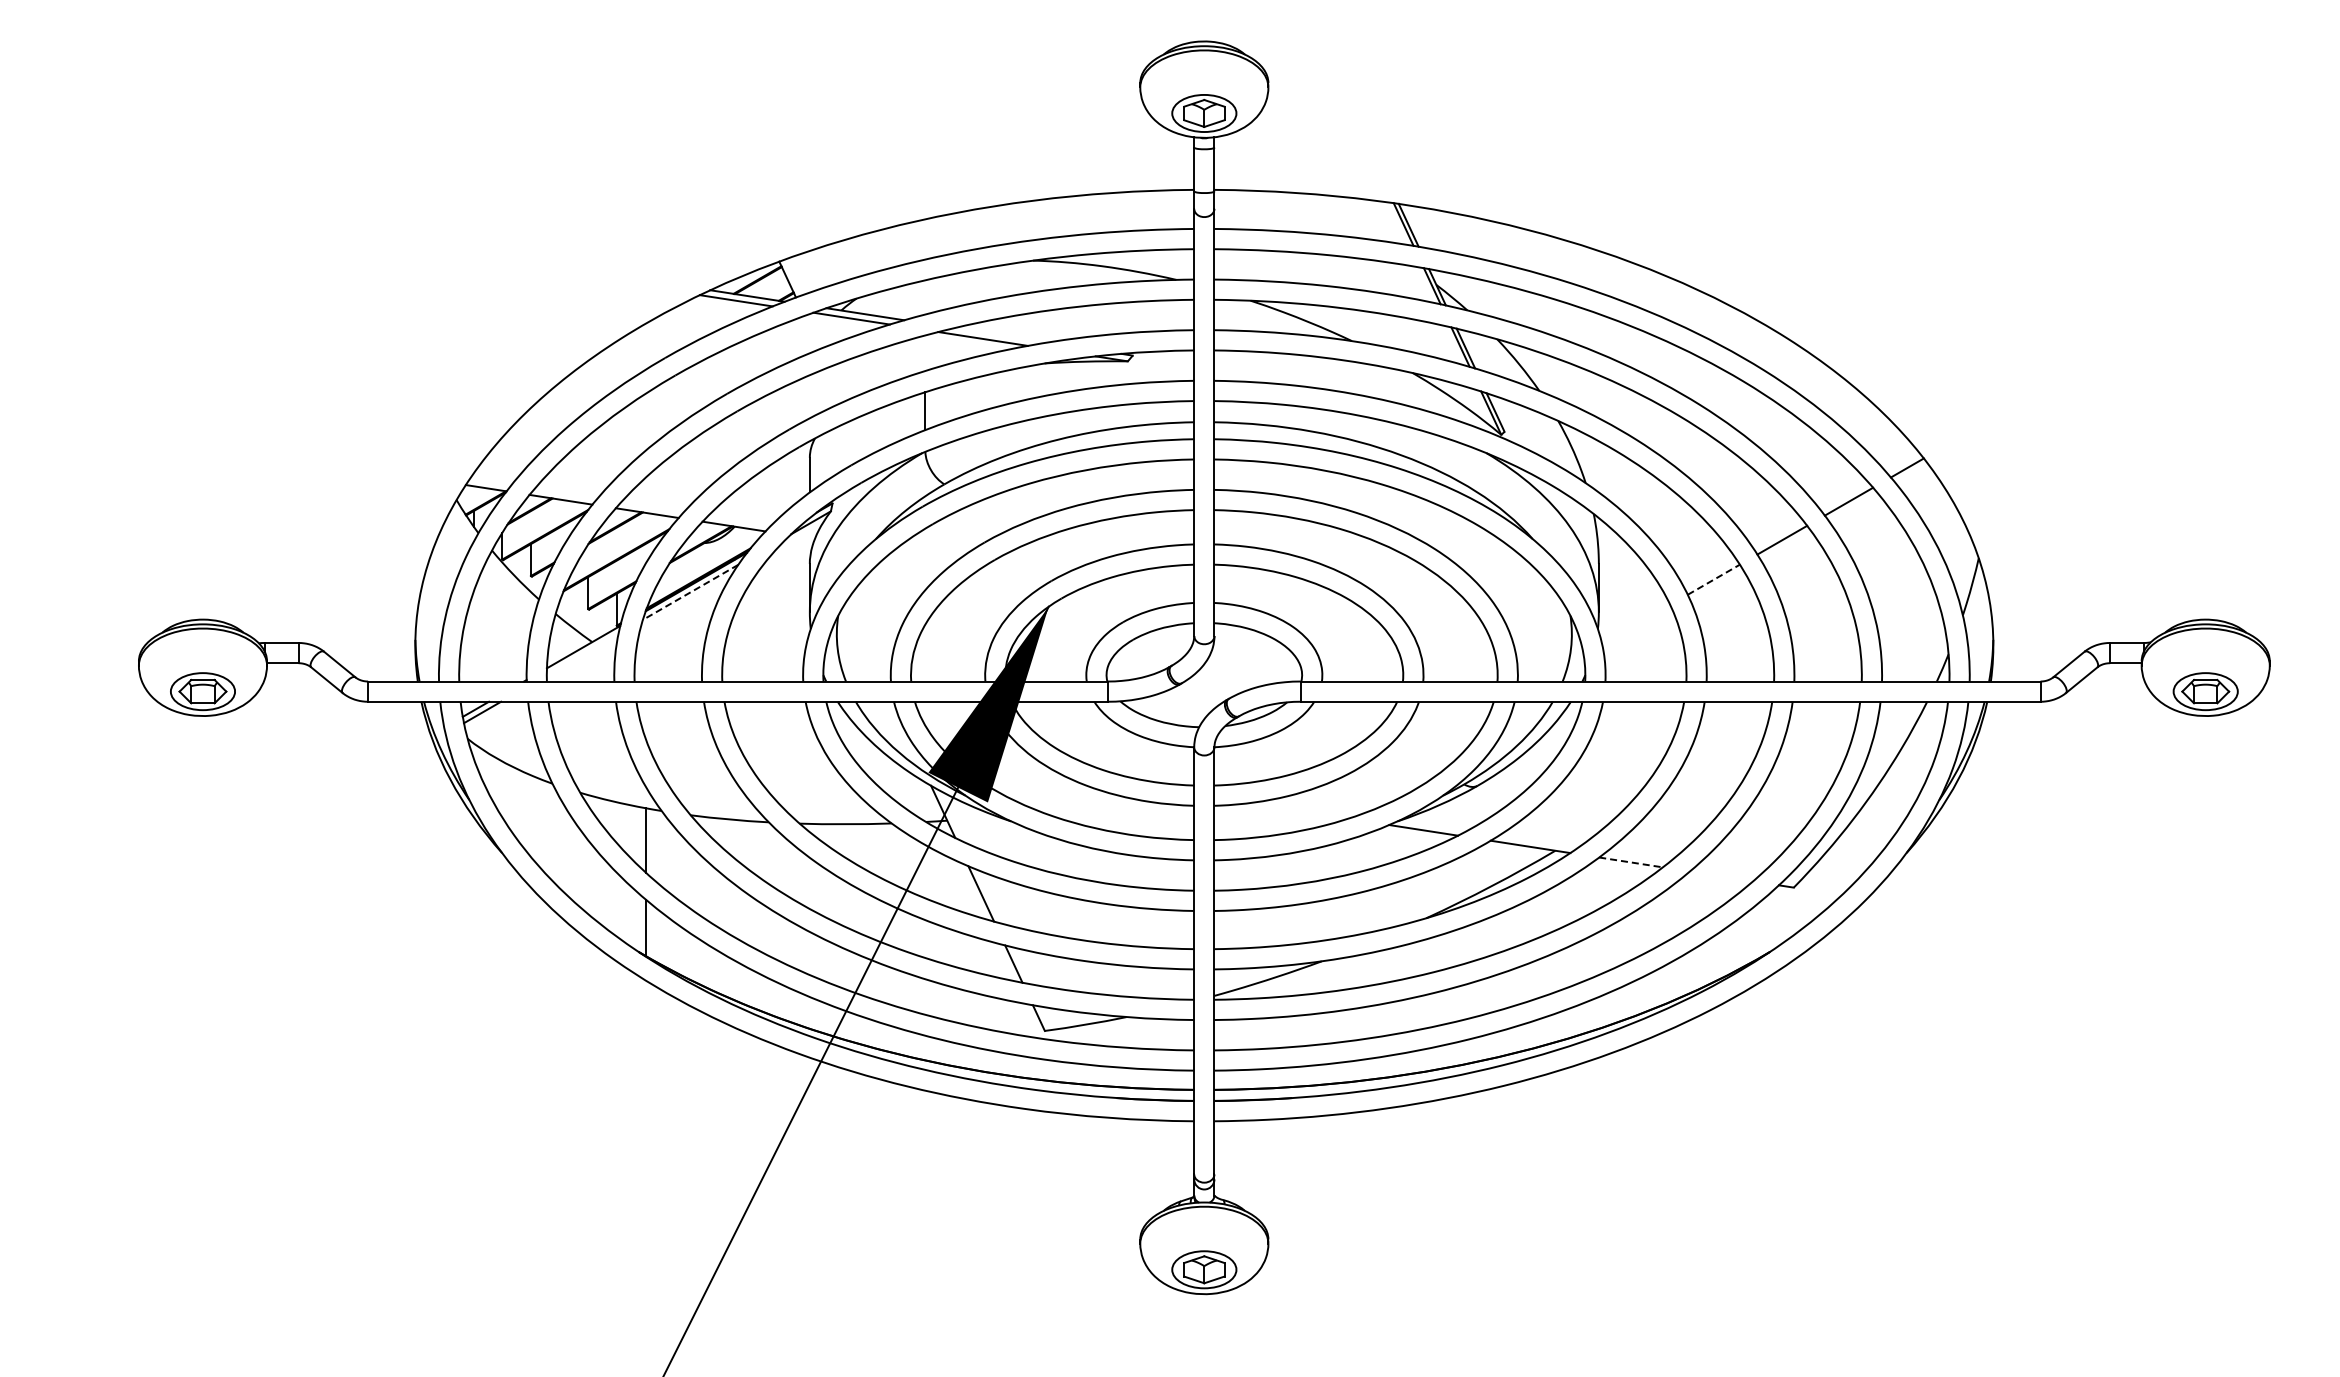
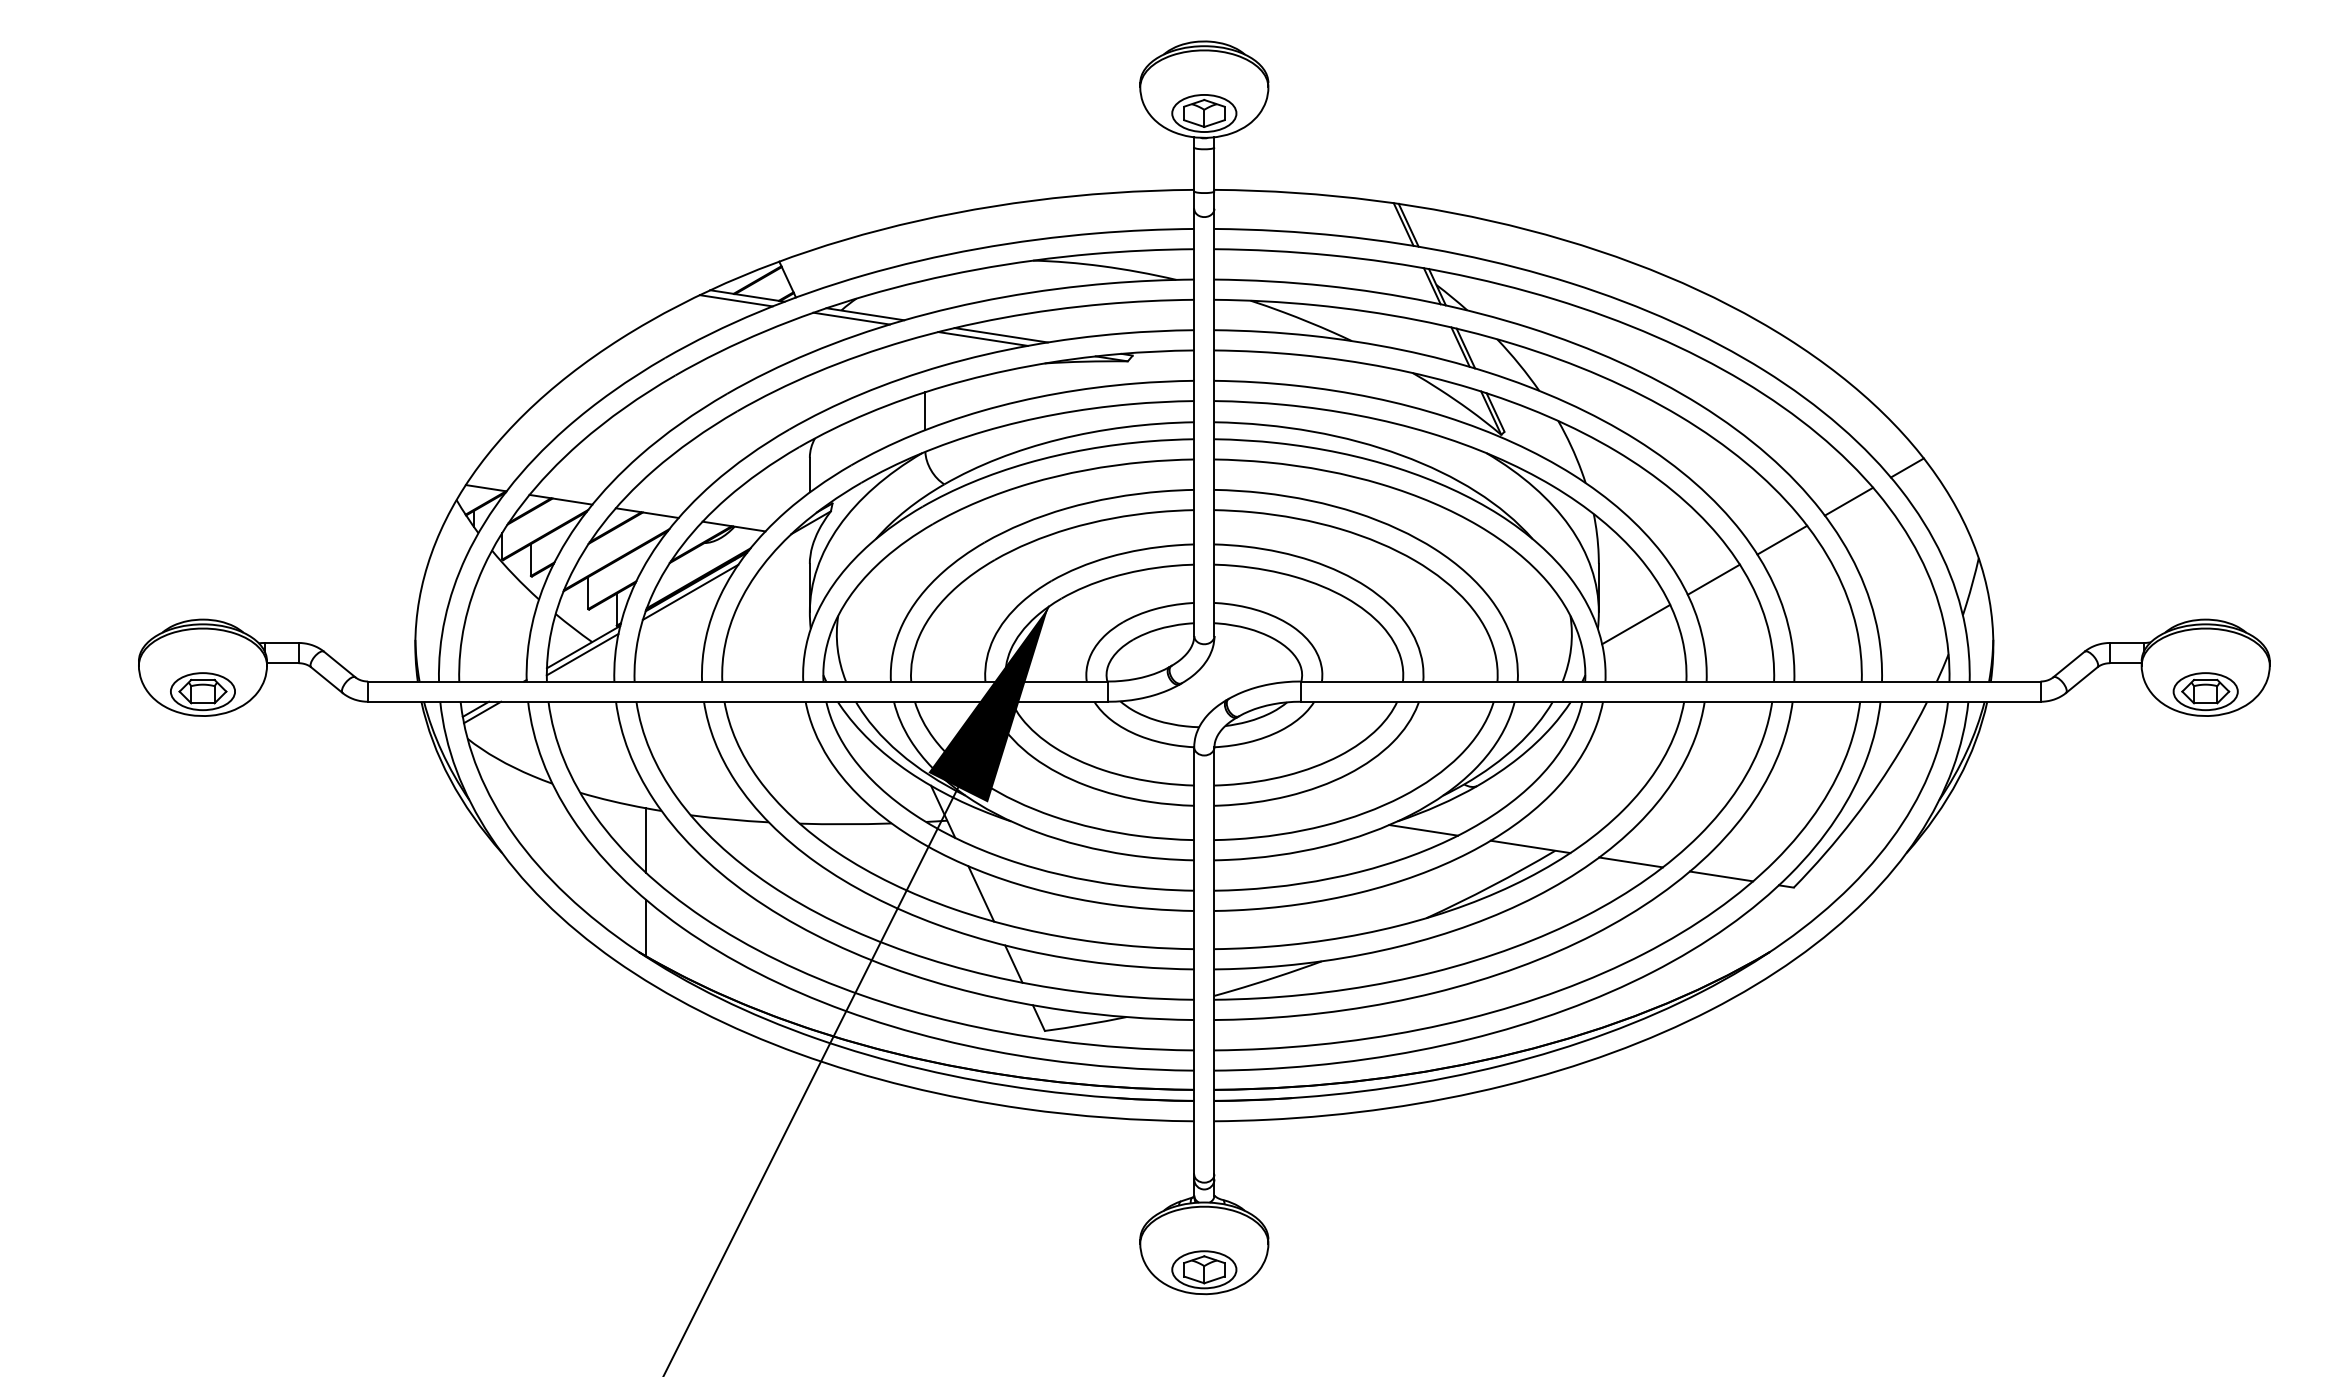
line at (1000, 335): none -> present
line at (1714, 579): dashed -> solid
line at (690, 592): dashed -> solid
line at (1636, 624): none -> present
line at (582, 654): none -> present
line at (1631, 862): dashed -> solid
line at (1721, 876): none -> present
